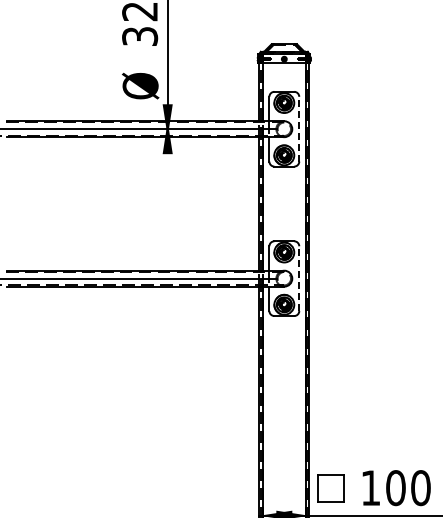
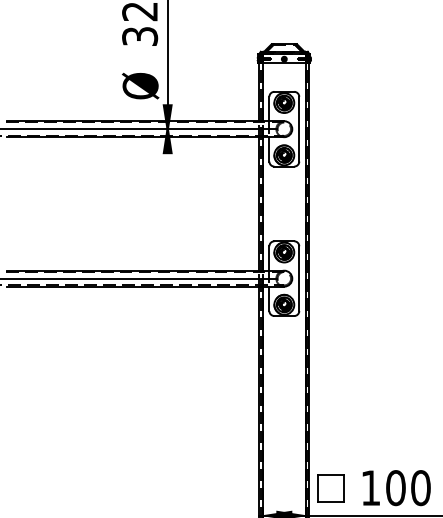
line at (299, 128): dashed -> solid
line at (299, 278): dashed -> solid
